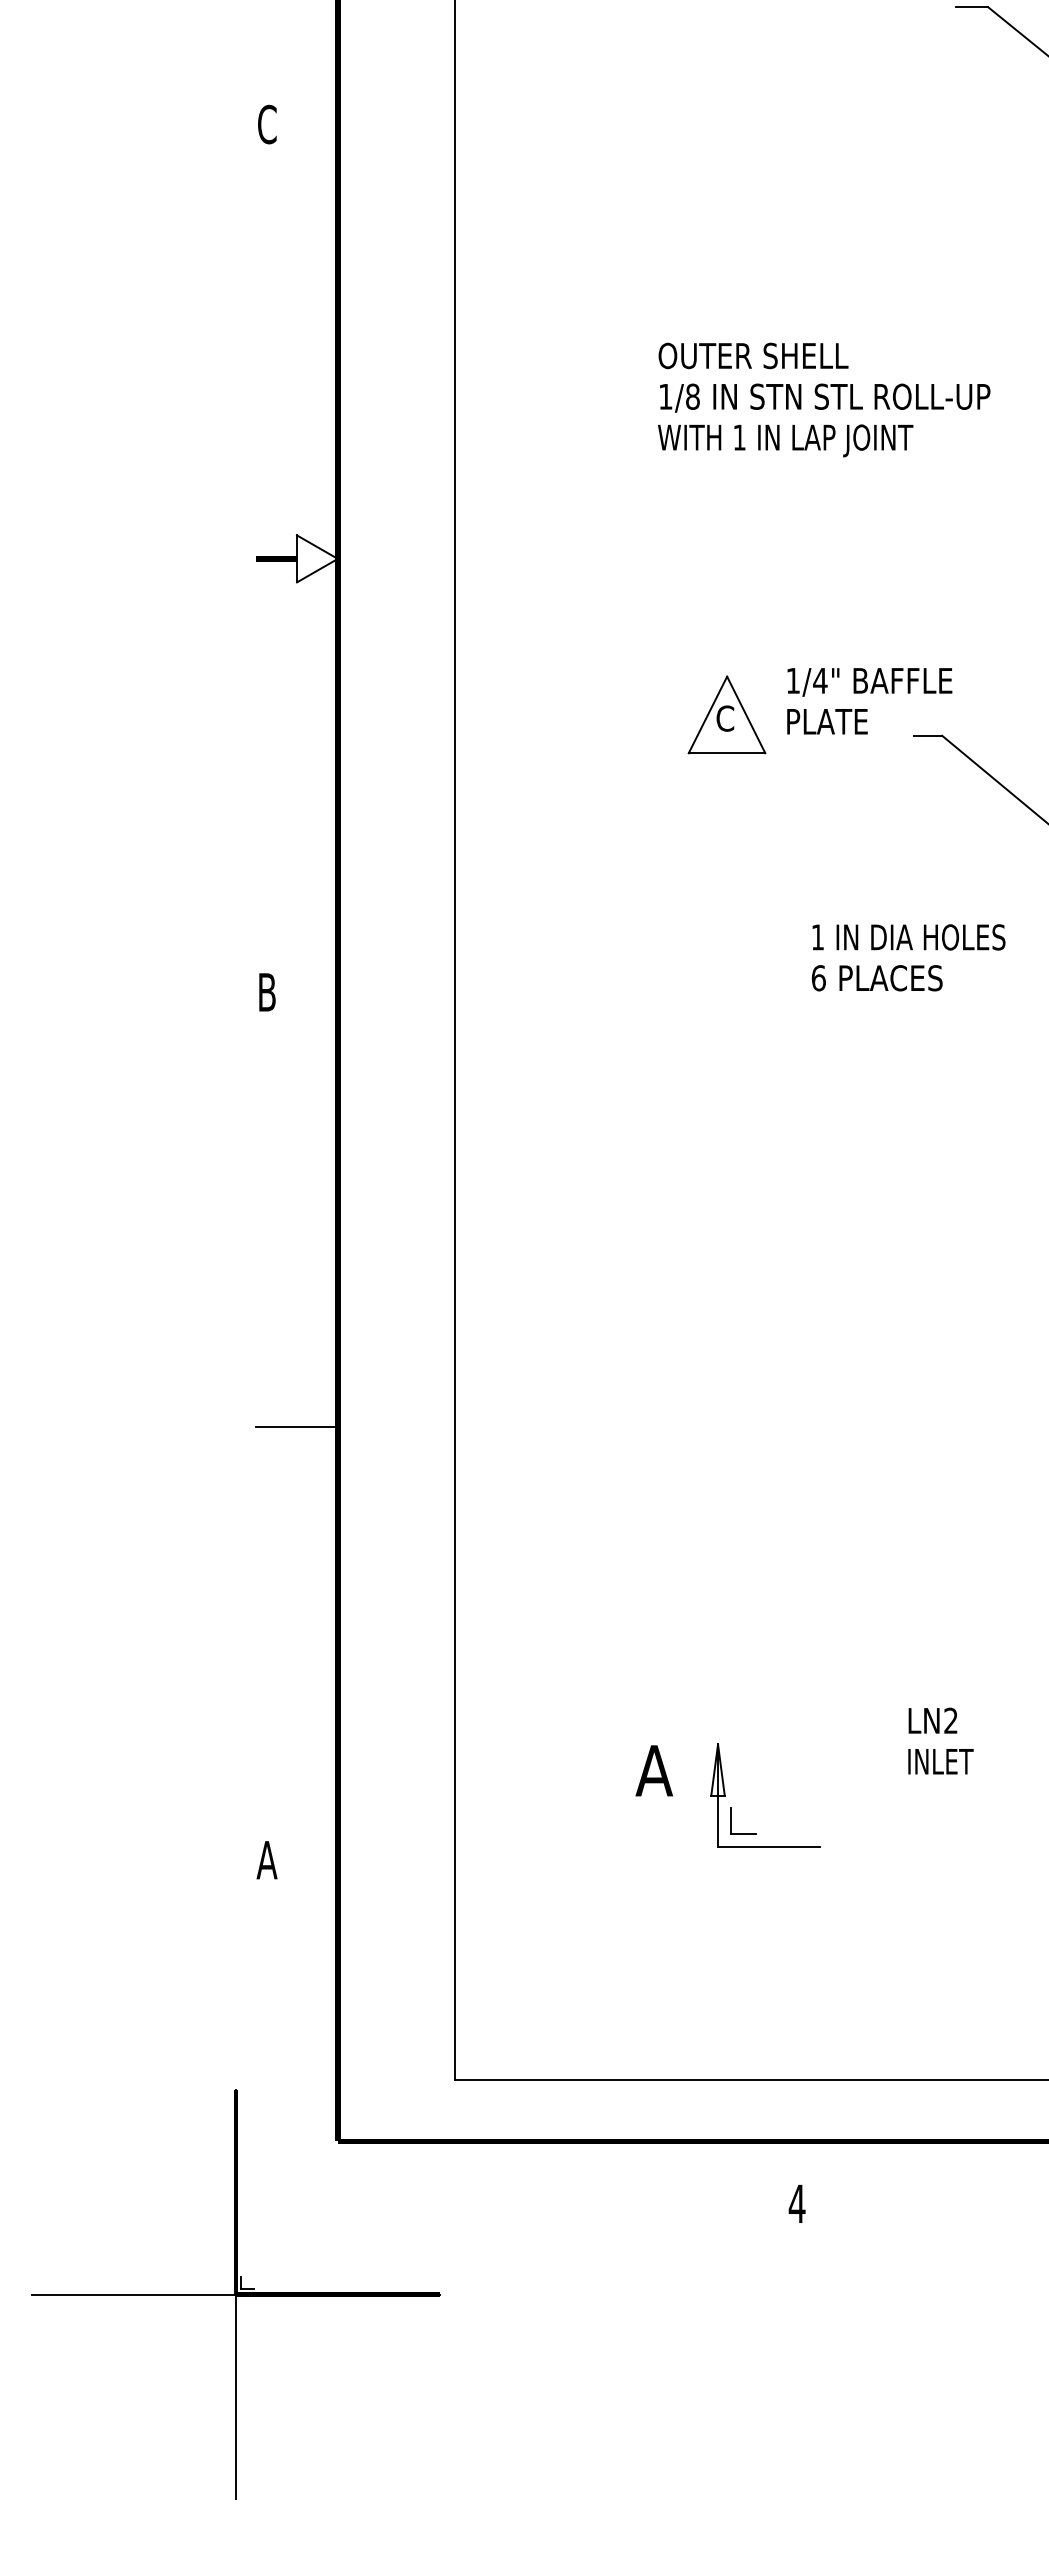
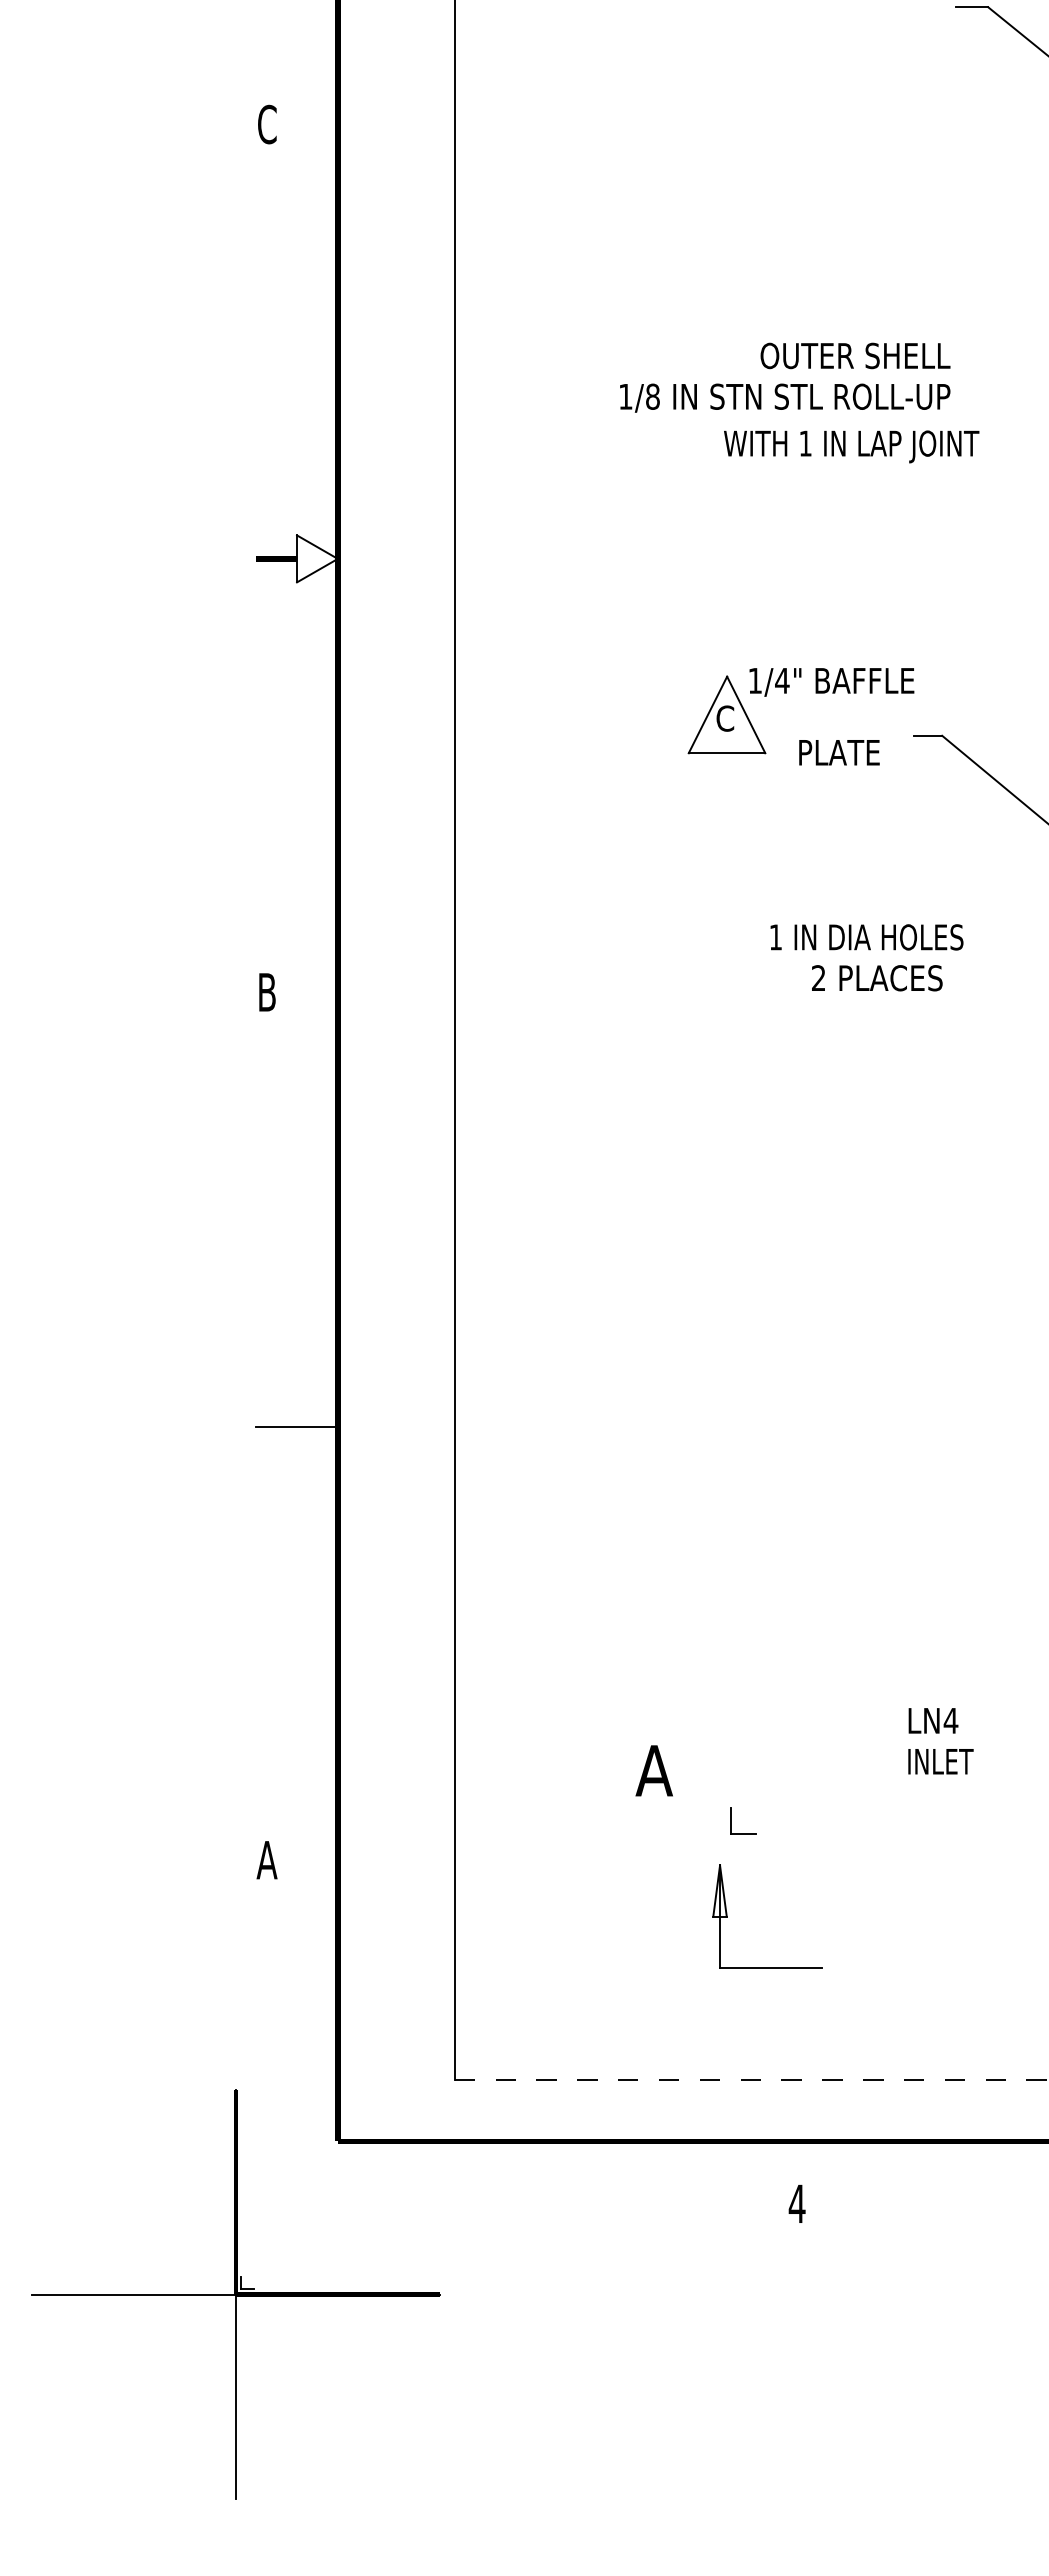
text at (753, 355) position: (753, 355) -> (855, 355)
text at (825, 397) position: (825, 397) -> (785, 397)
text at (785, 440) position: (785, 440) -> (851, 446)
text at (869, 682) position: (869, 682) -> (831, 682)
text at (827, 721) position: (827, 721) -> (839, 752)
text at (908, 937) position: (908, 937) -> (866, 937)
text at (818, 978): 6 -> 2
text at (950, 1720): LN2 -> LN4
part at (725, 1795) position: (725, 1795) -> (727, 1916)
line at (751, 2080): solid -> dashed
